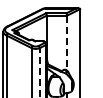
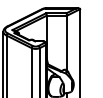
line at (67, 43): dashed -> solid
line at (39, 72): dashed -> solid
